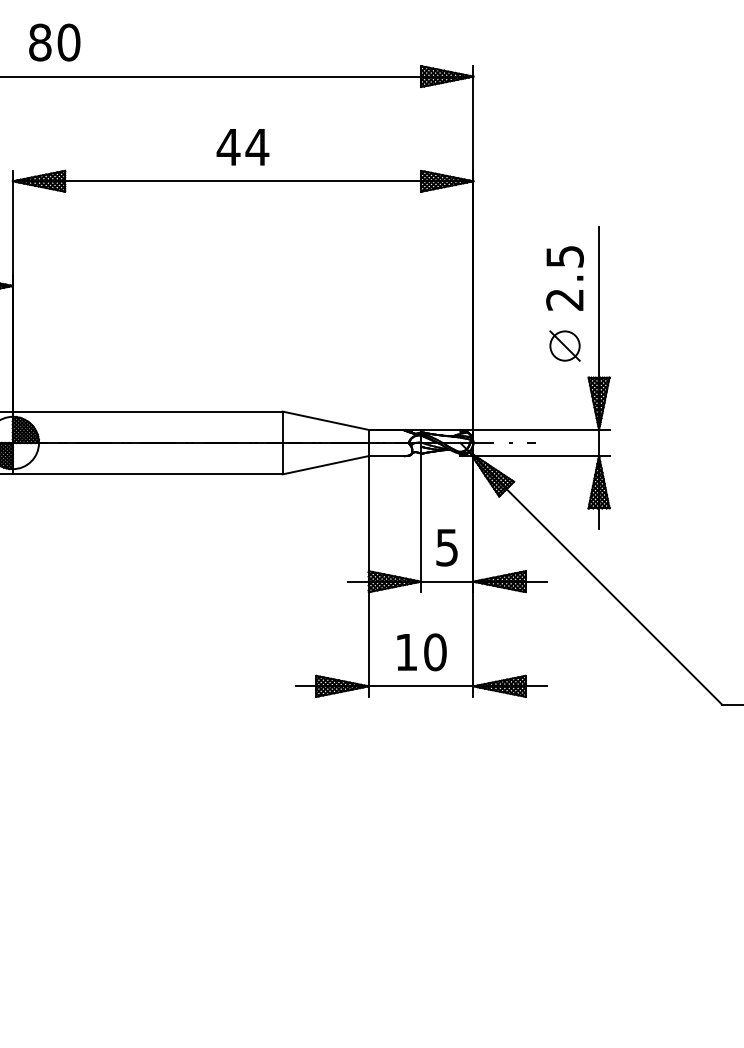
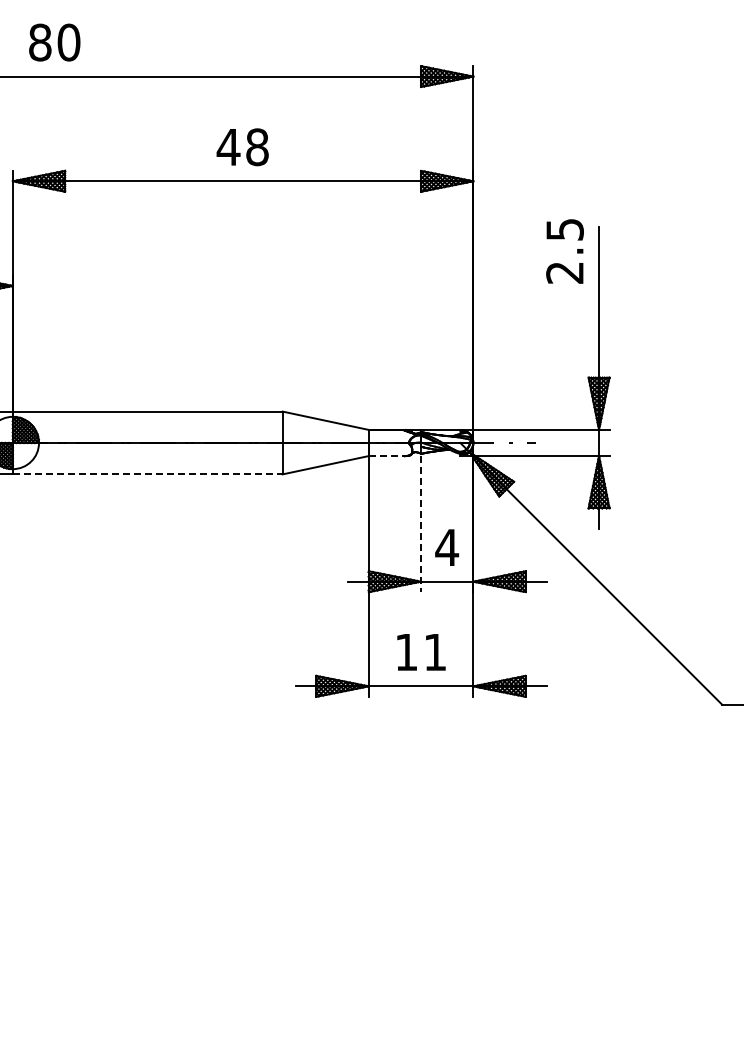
text at (257, 147): 44 -> 48
text at (564, 278) position: (564, 278) -> (564, 251)
part at (564, 345): present -> none
line at (386, 456): solid -> dashed
line at (147, 474): solid -> dashed
line at (421, 524): solid -> dashed
text at (447, 547): 5 -> 4
text at (435, 652): 10 -> 11
